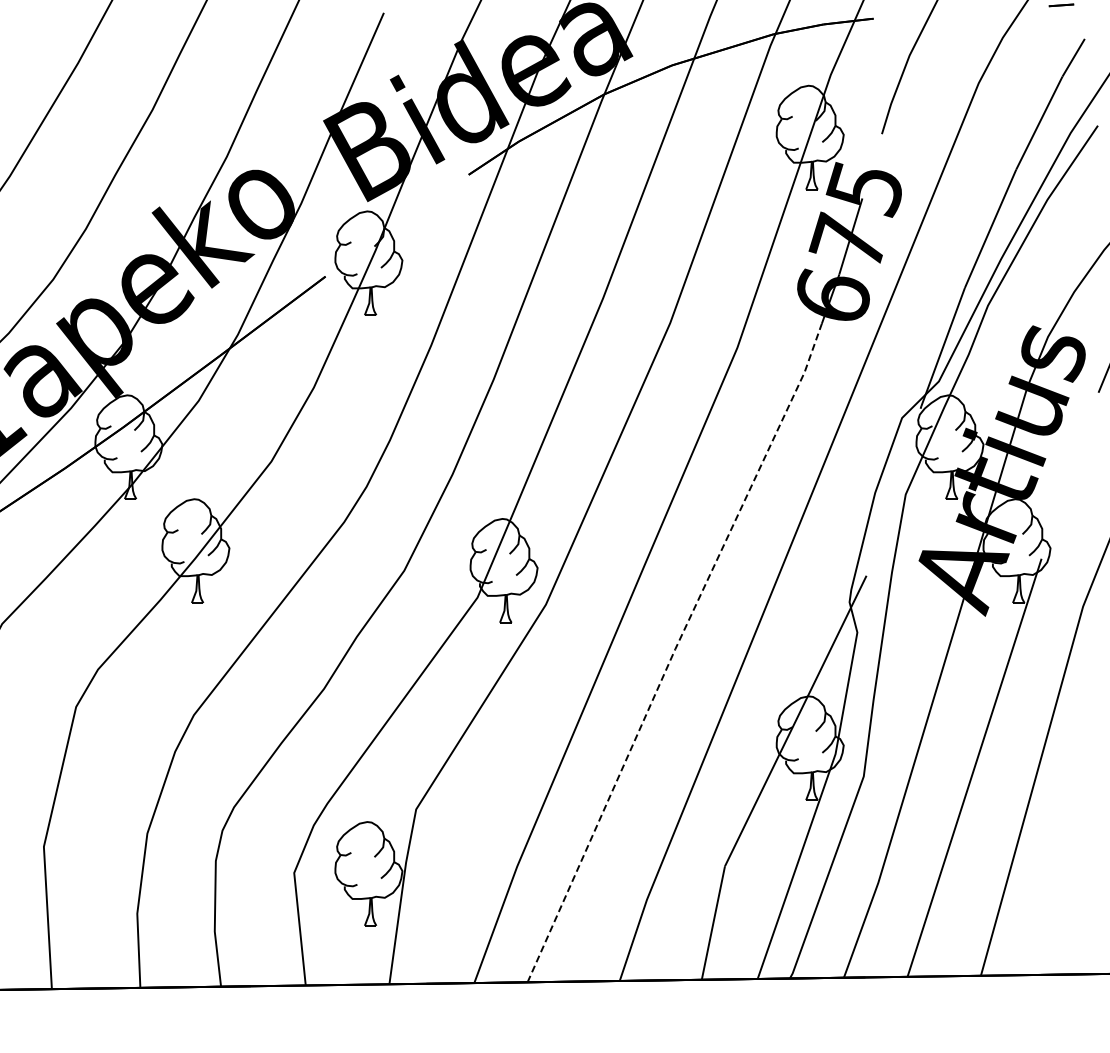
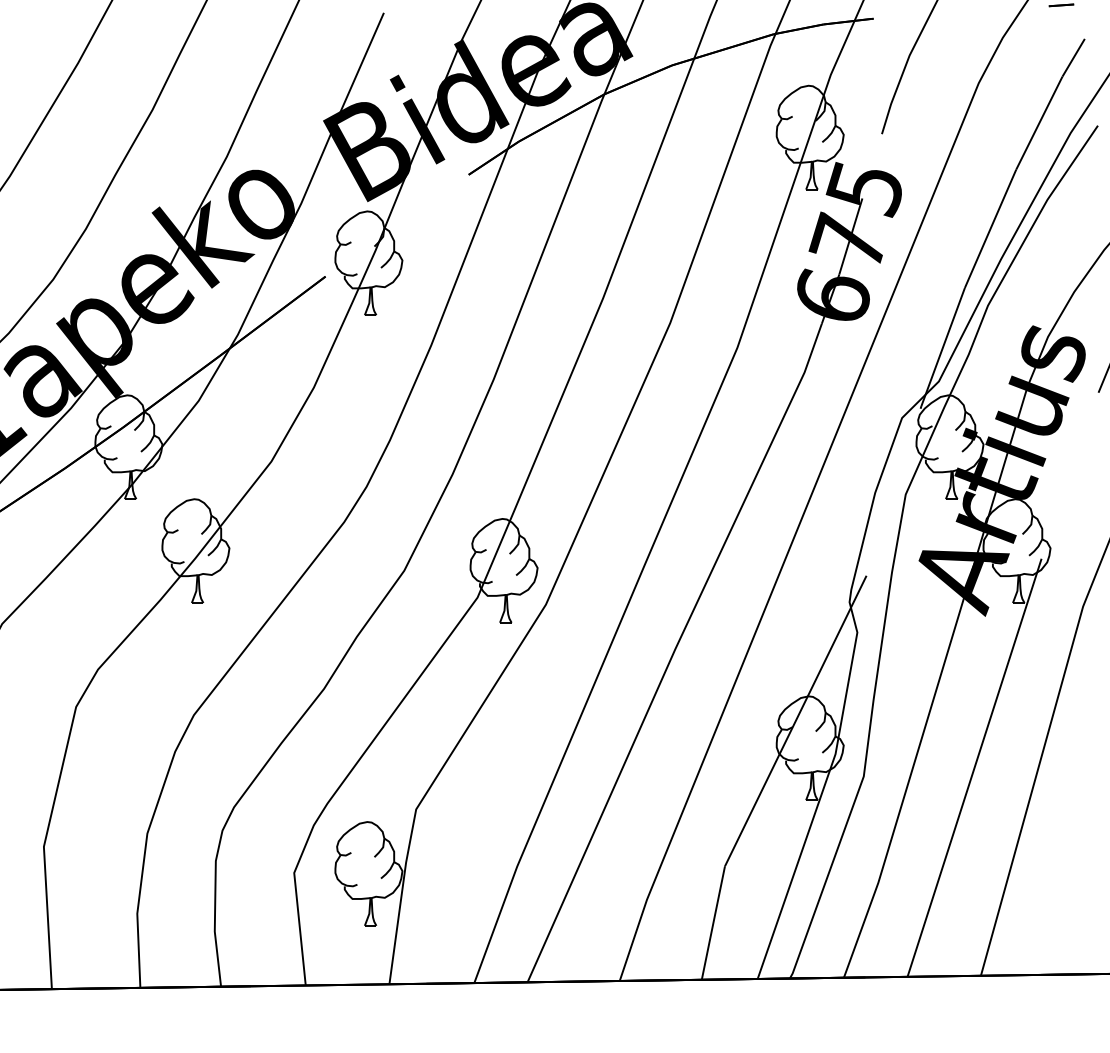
line at (674, 650): dashed -> solid
